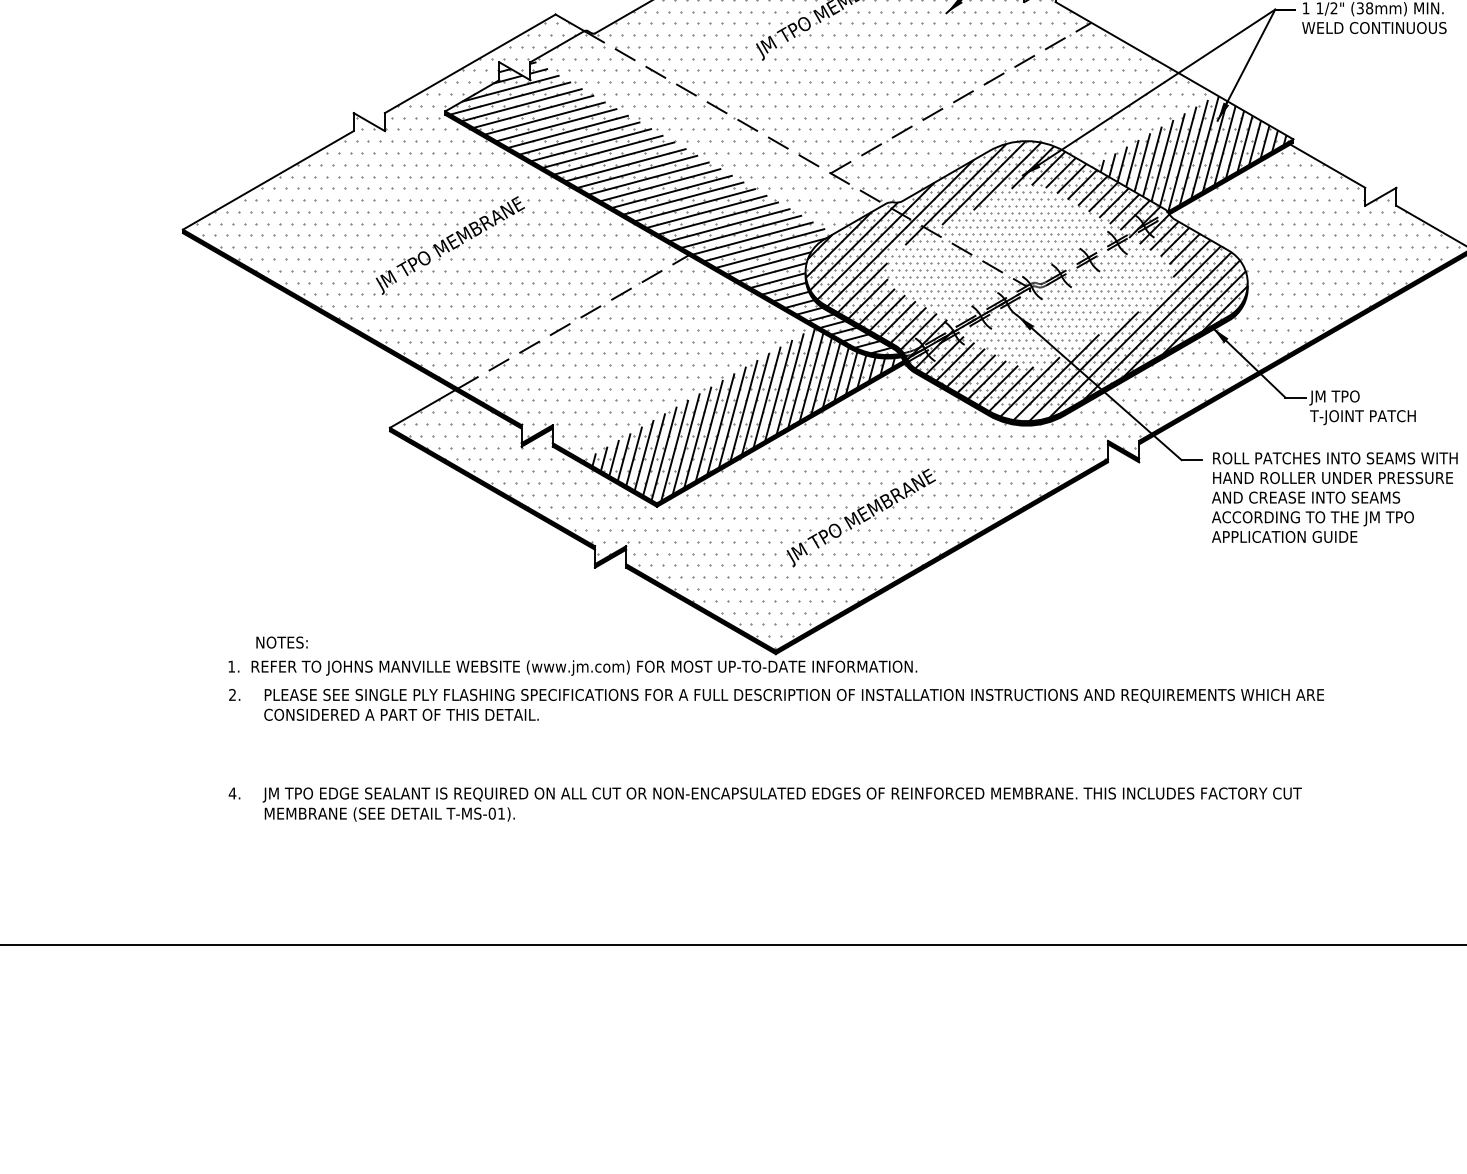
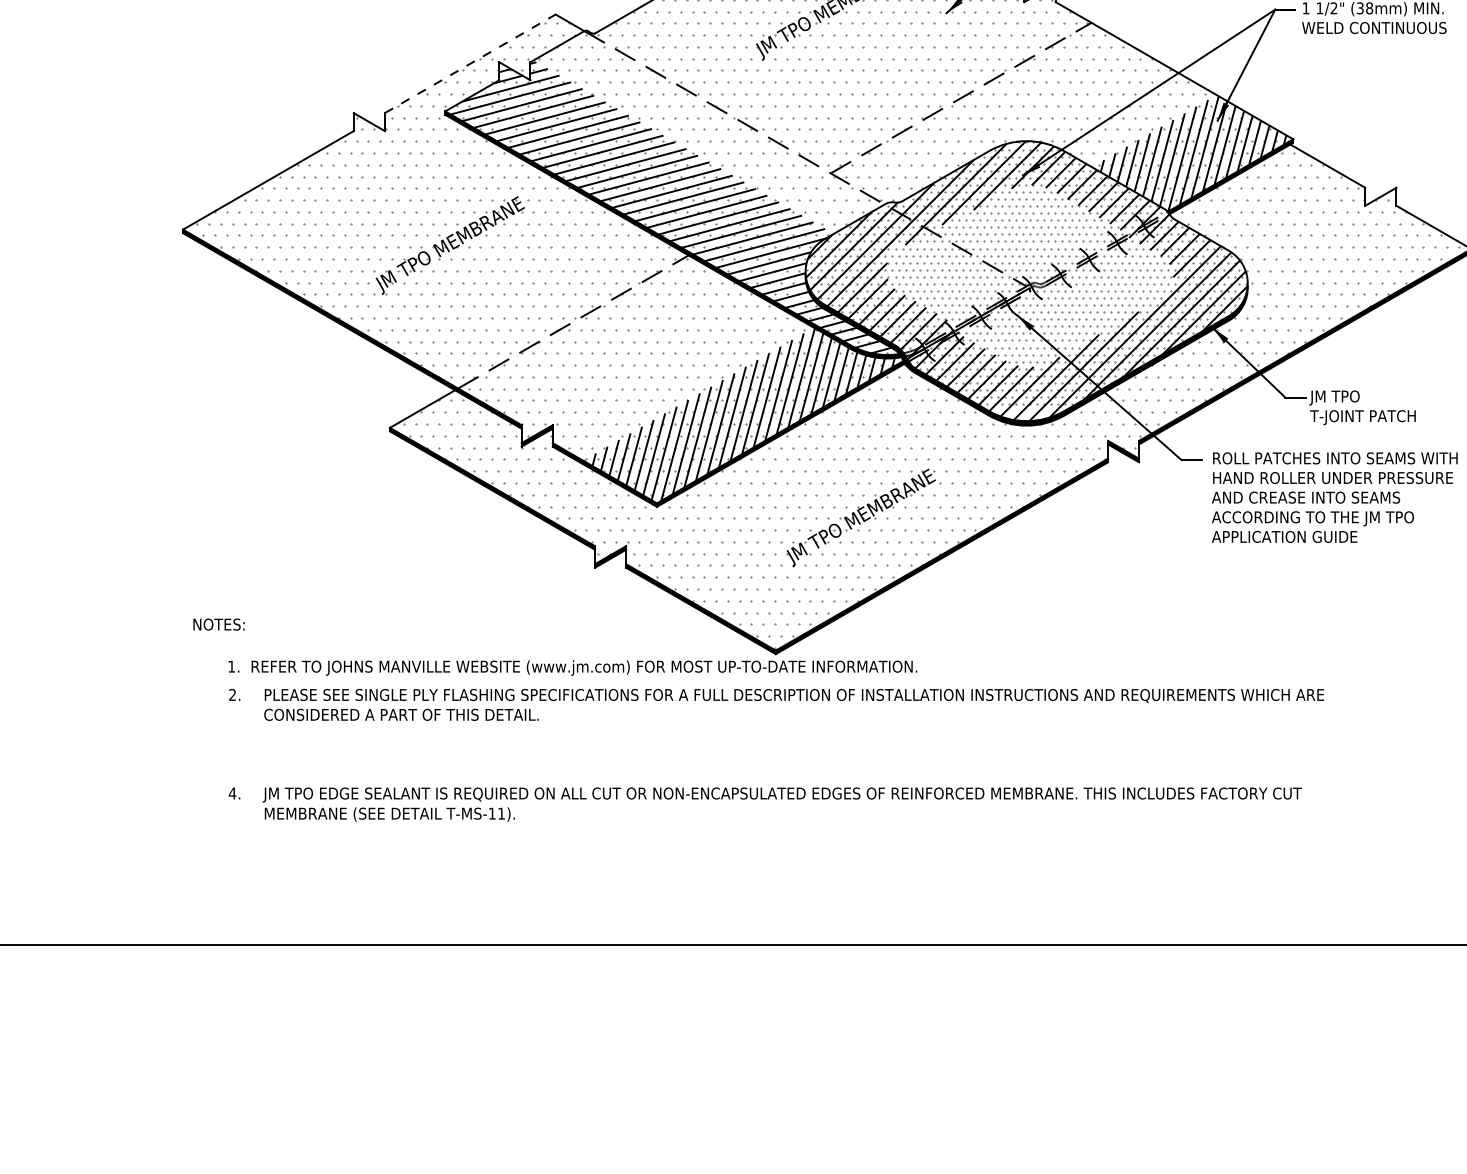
line at (470, 63): solid -> dashed
text at (281, 642) position: (281, 642) -> (218, 624)
text at (491, 813): T-MS-01). -> T-MS-11).
